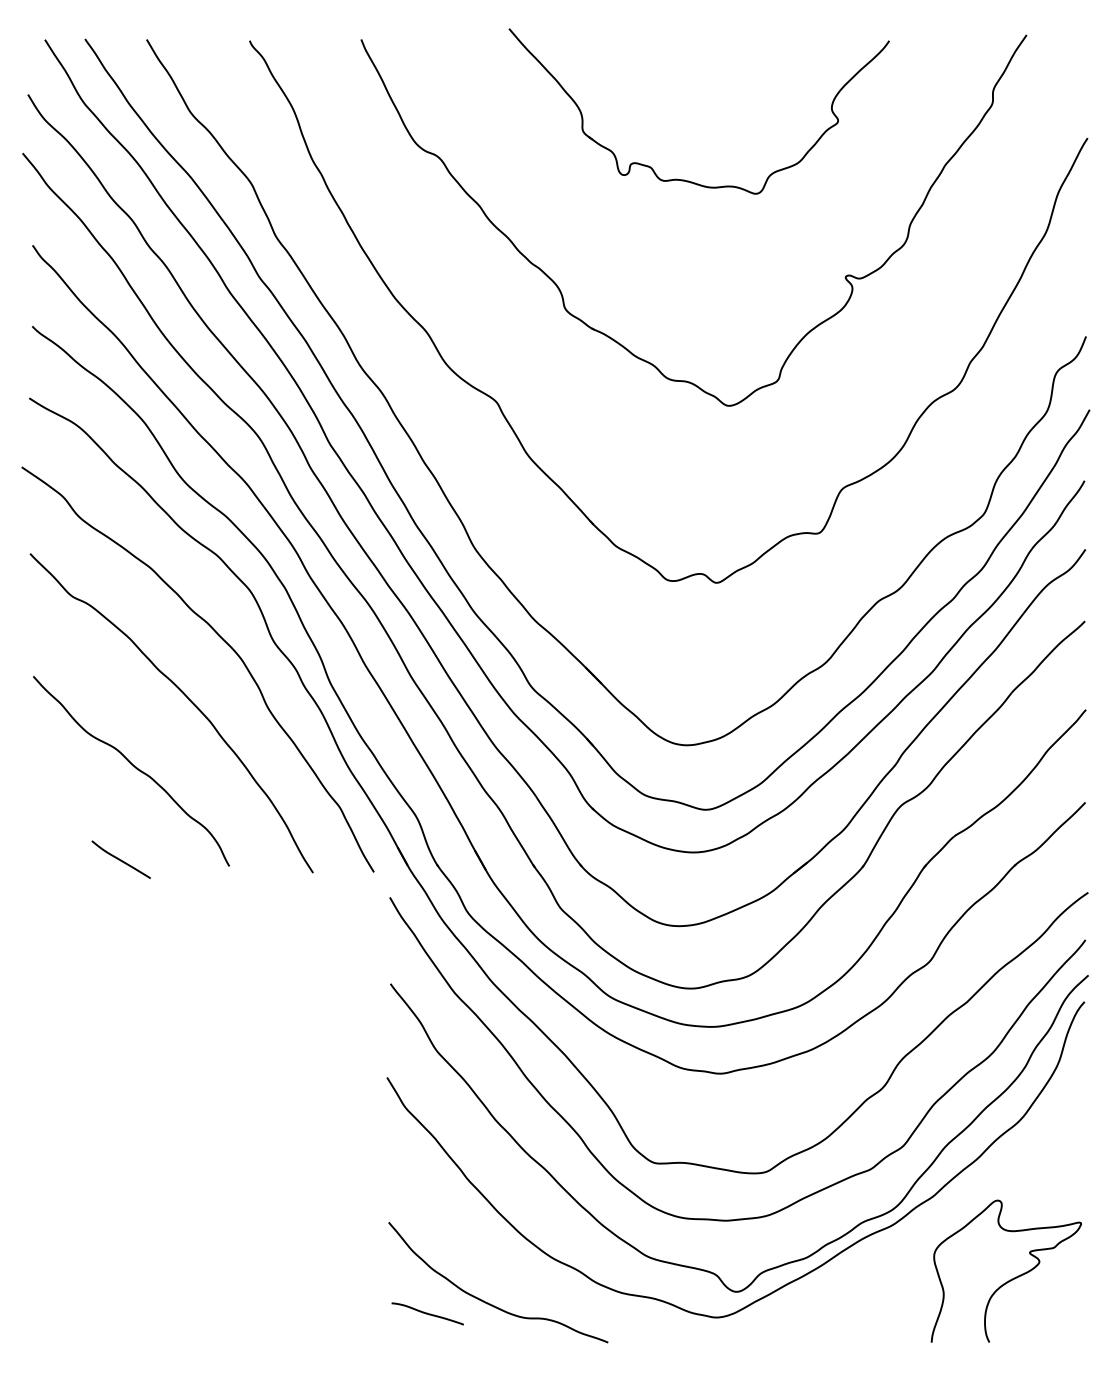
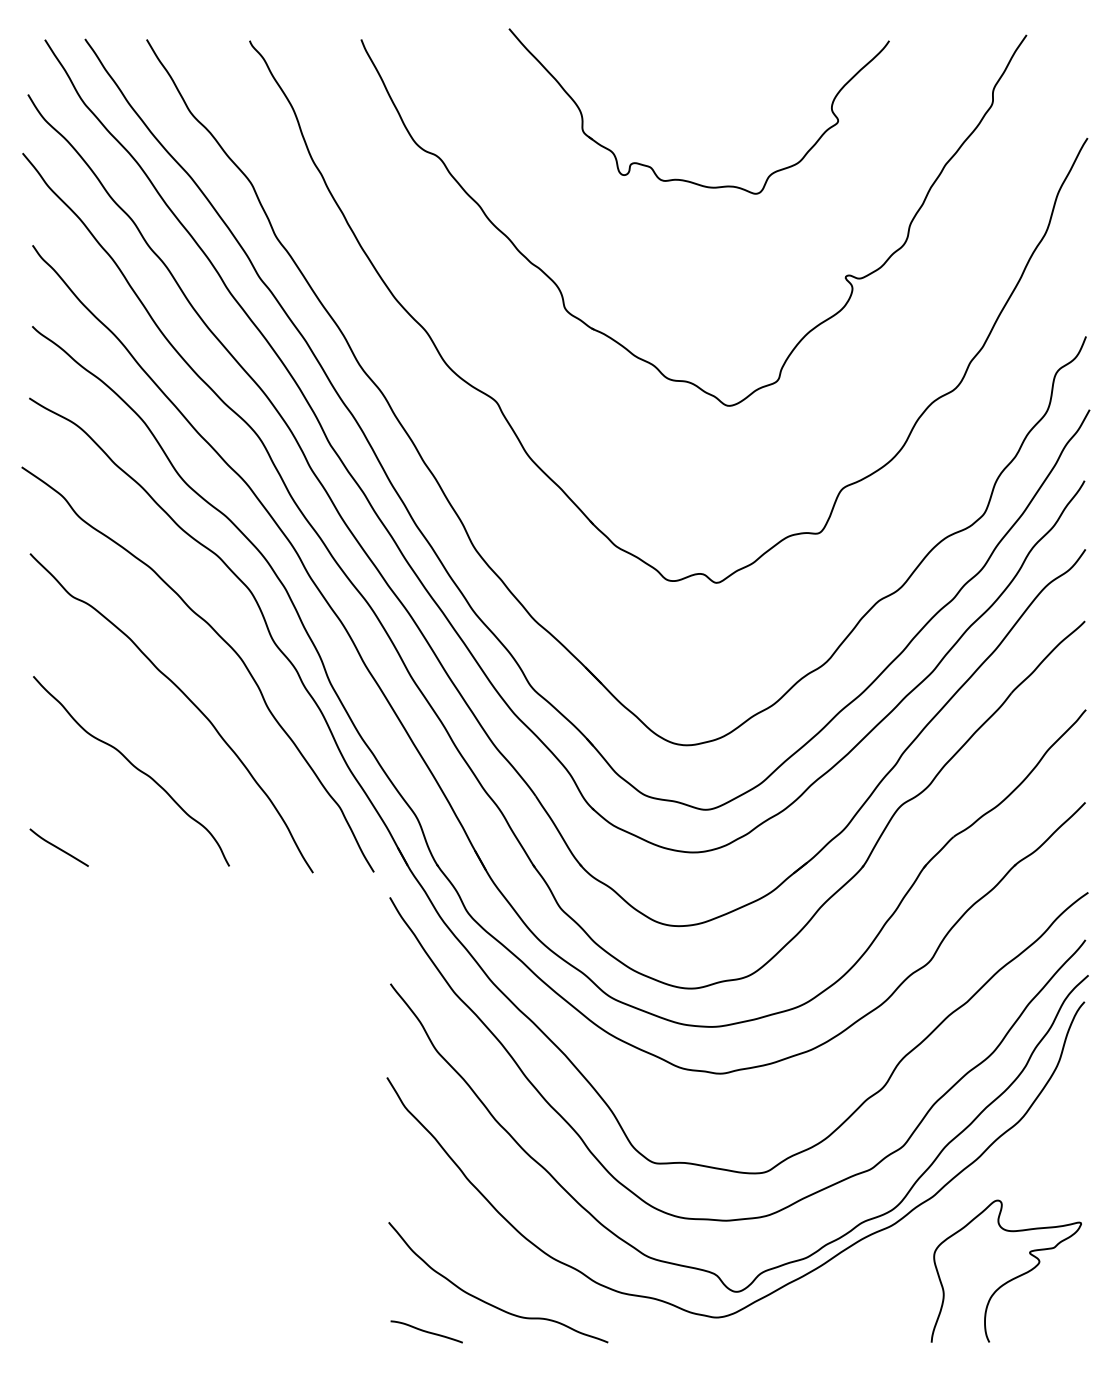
curve at (120, 859) position: (120, 859) -> (58, 847)
curve at (427, 1313) position: (427, 1313) -> (426, 1331)
